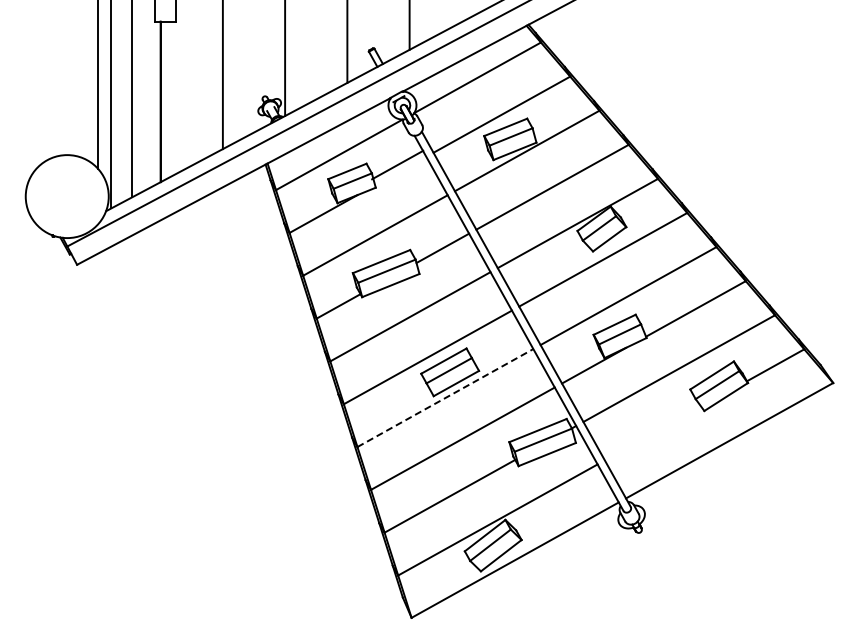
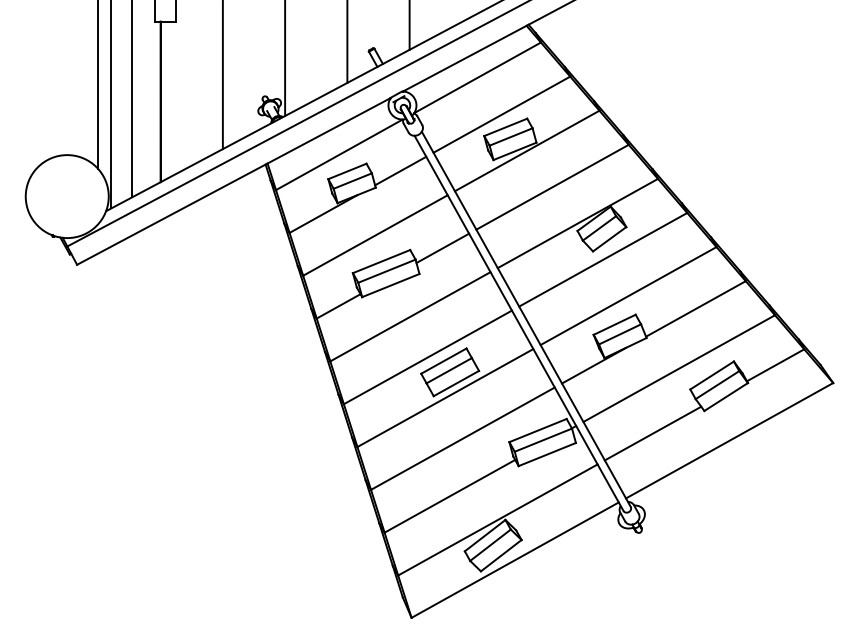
line at (397, 164) position: (397, 164) -> (400, 170)
line at (445, 398): dashed -> solid
line at (652, 433): none -> present
